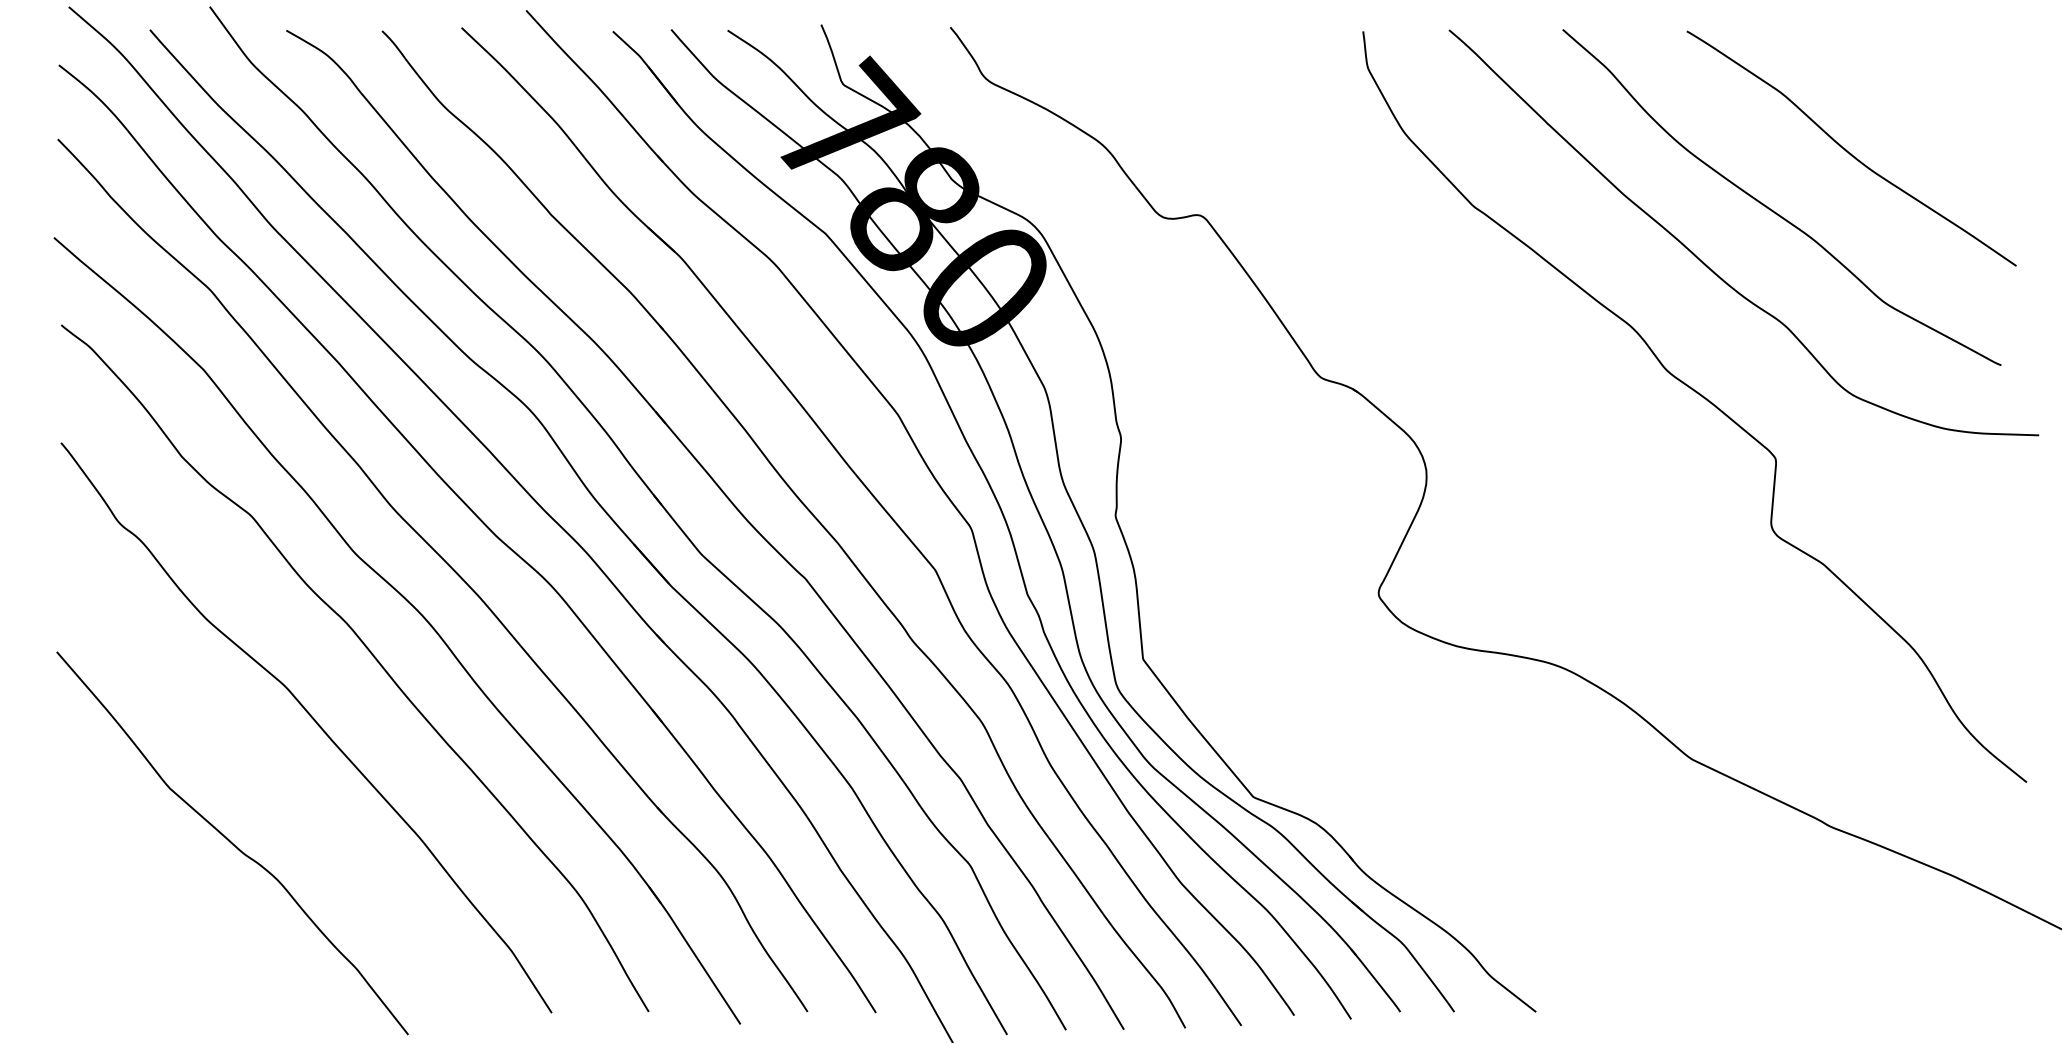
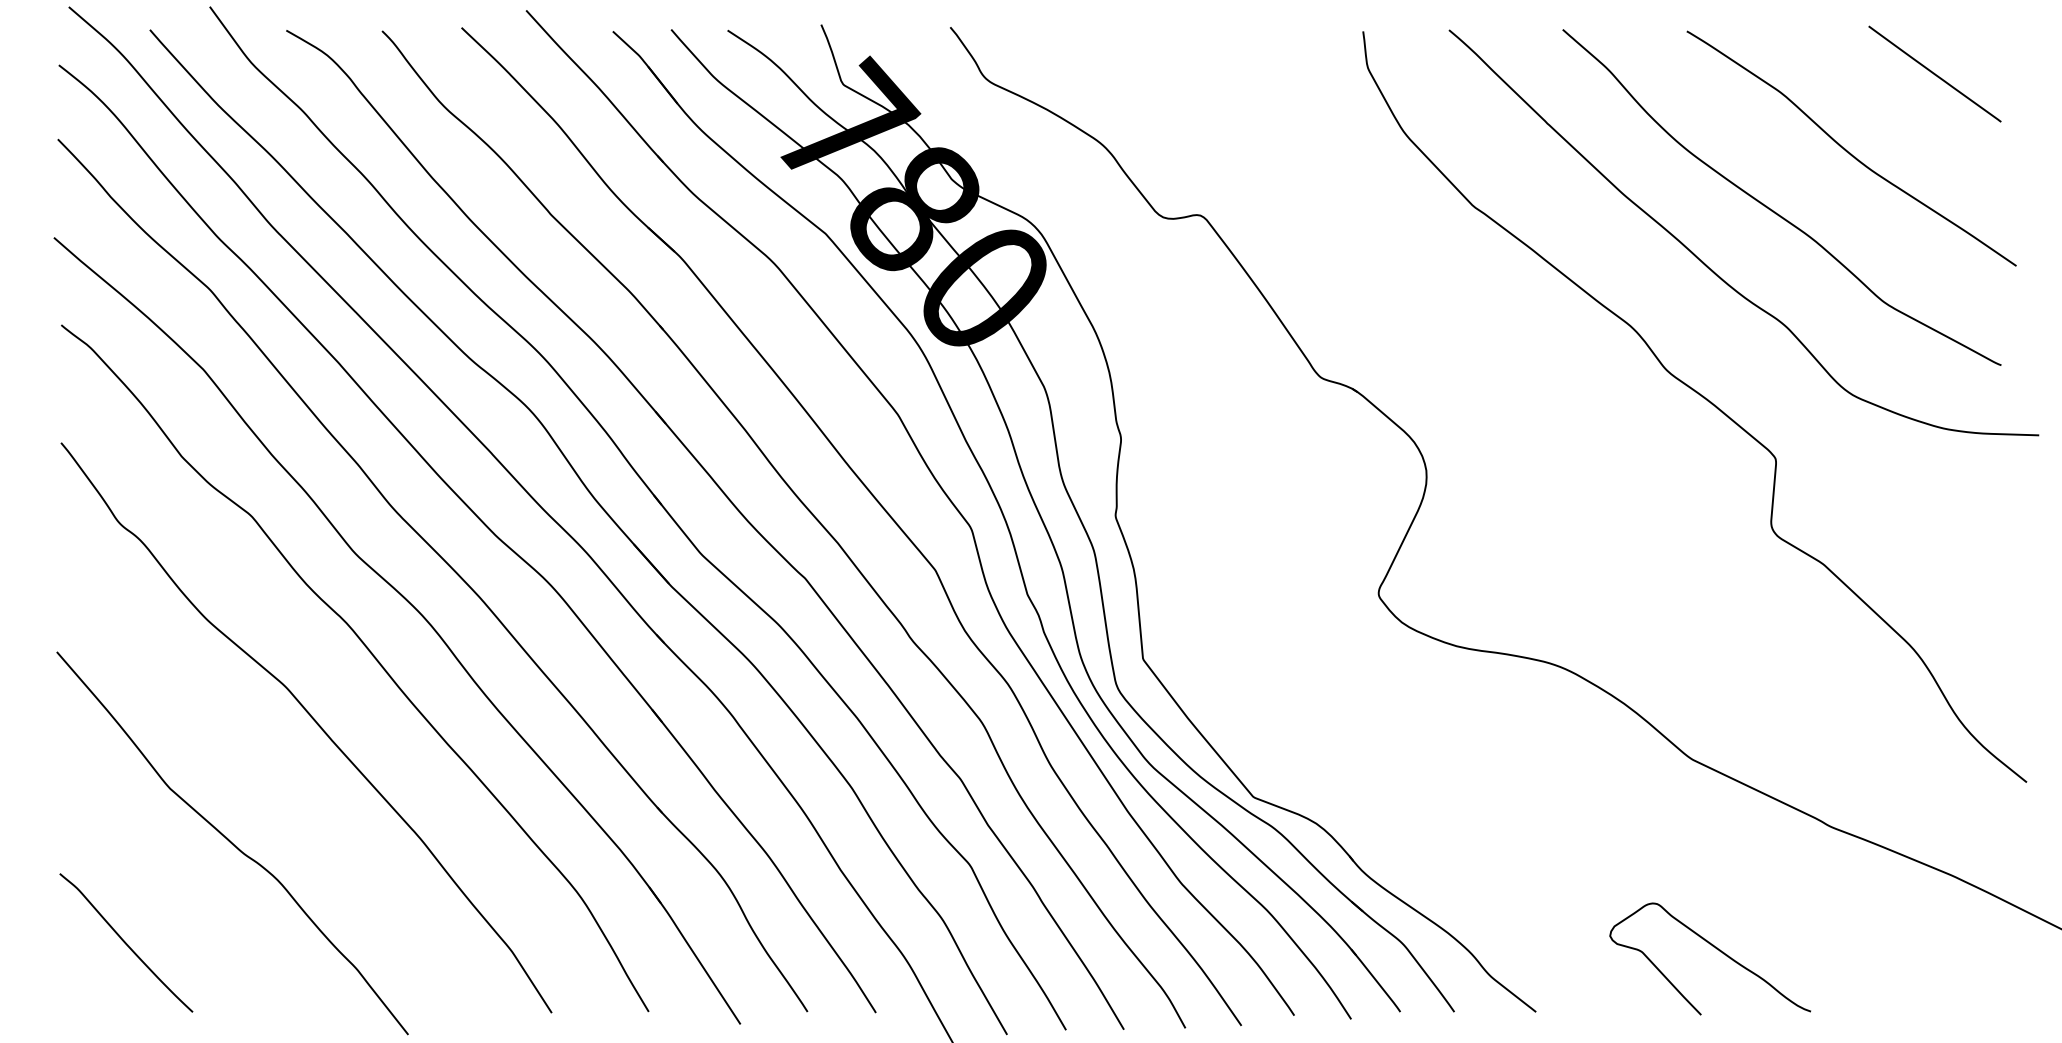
line at (1934, 73): none -> present
curve at (126, 942): none -> present
curve at (1716, 949): none -> present
